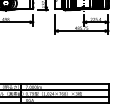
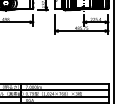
line at (114, 51): none -> present
